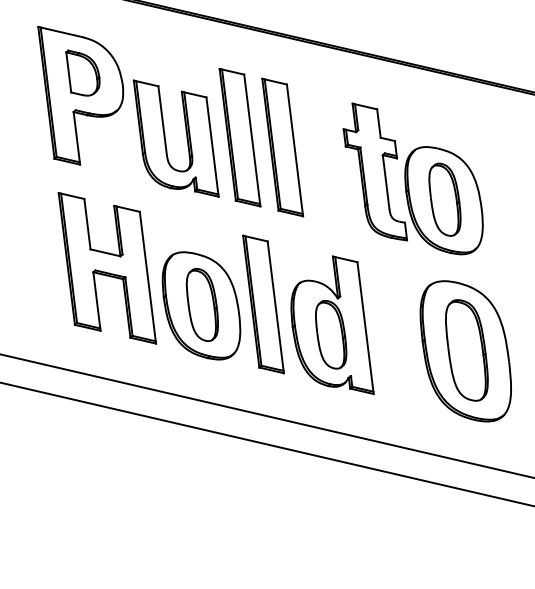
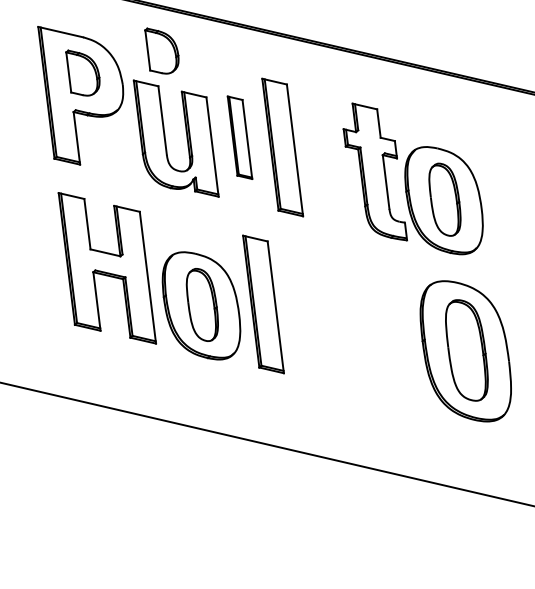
part at (161, 50): none -> present
part at (239, 137) size: 44x140 px -> 28x85 px
part at (332, 324): present -> none
line at (266, 415): present -> none
